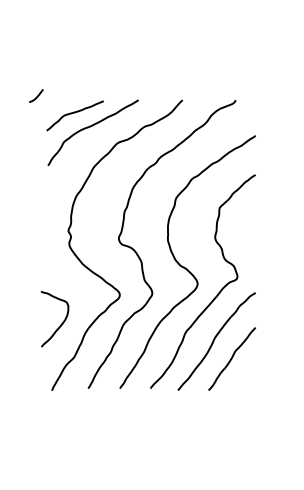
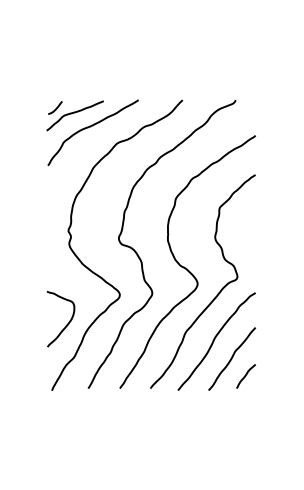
curve at (37, 95) position: (37, 95) -> (56, 107)
curve at (60, 324) position: (60, 324) -> (66, 324)
curve at (245, 376): none -> present
